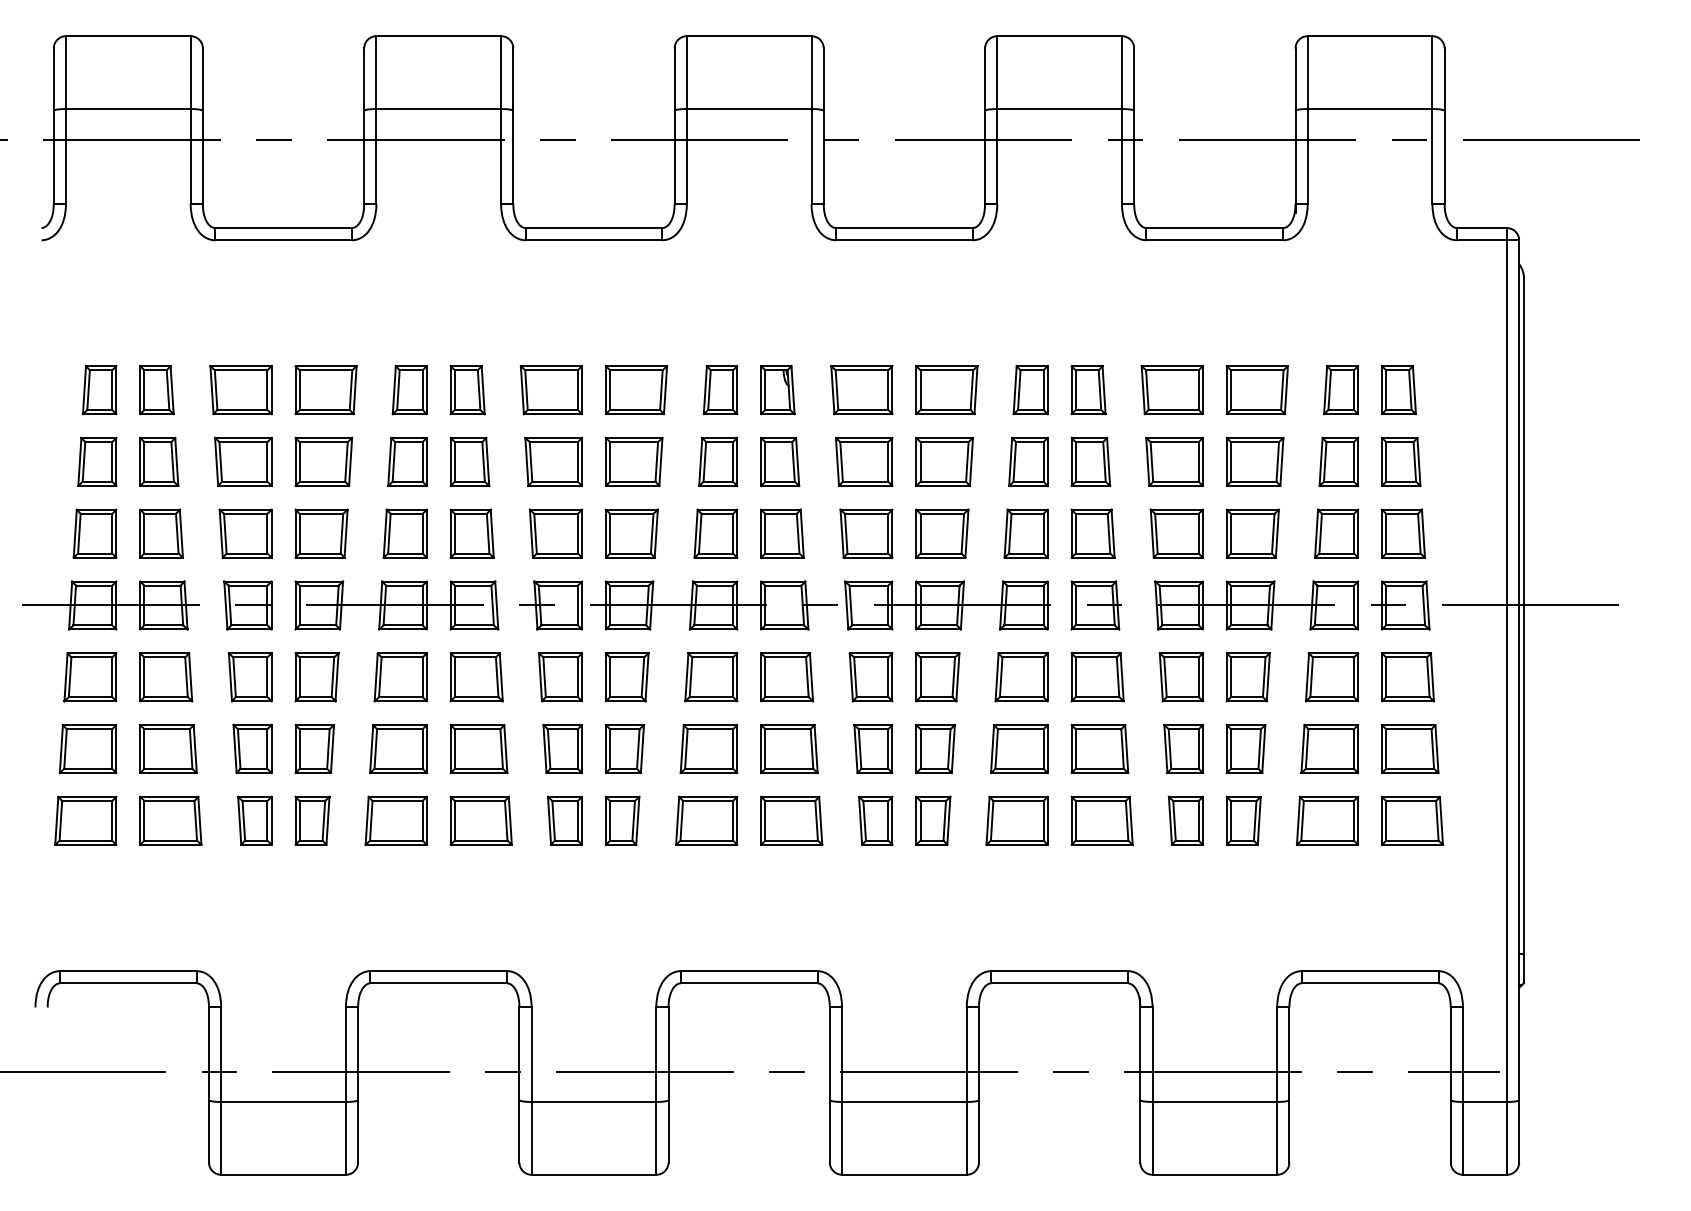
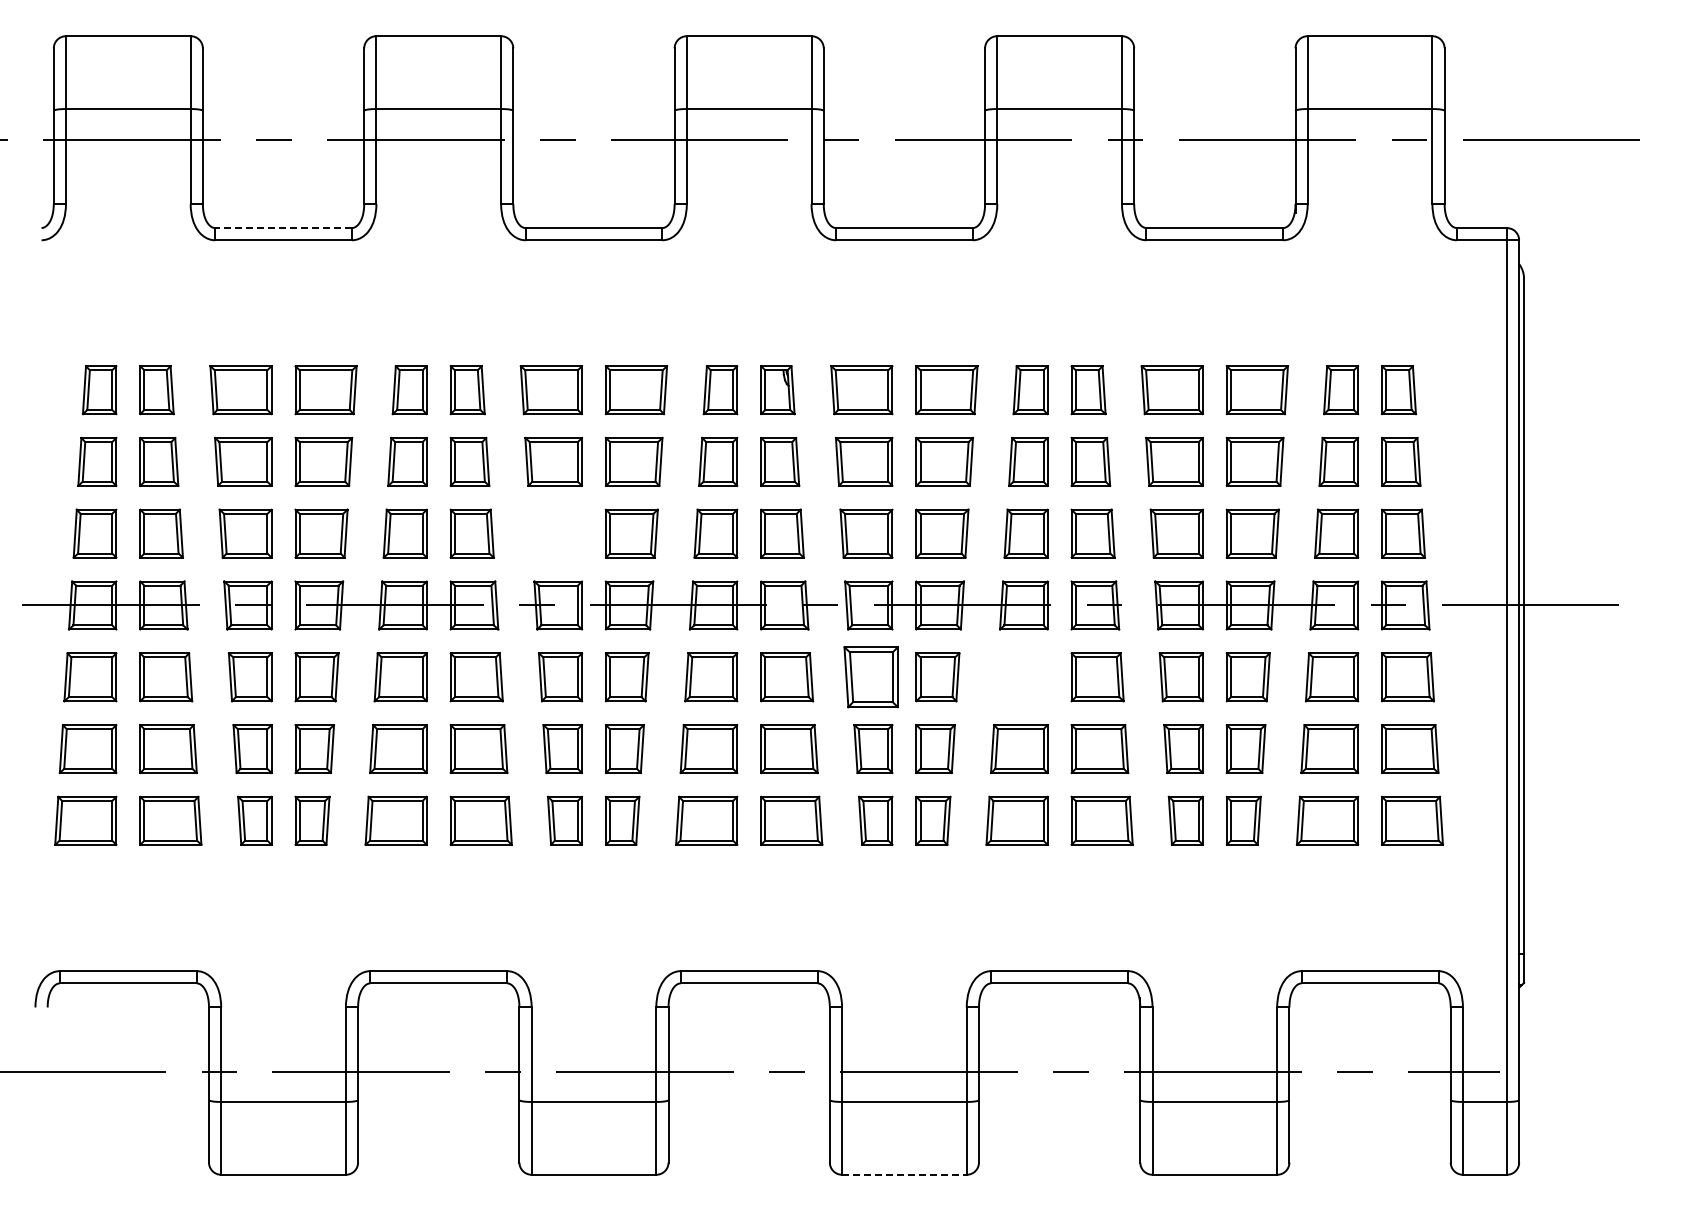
line at (283, 228): solid -> dashed
part at (555, 533): present -> none
part at (870, 677) size: 46x51 px -> 56x63 px
part at (1021, 677): present -> none
line at (904, 1174): solid -> dashed
